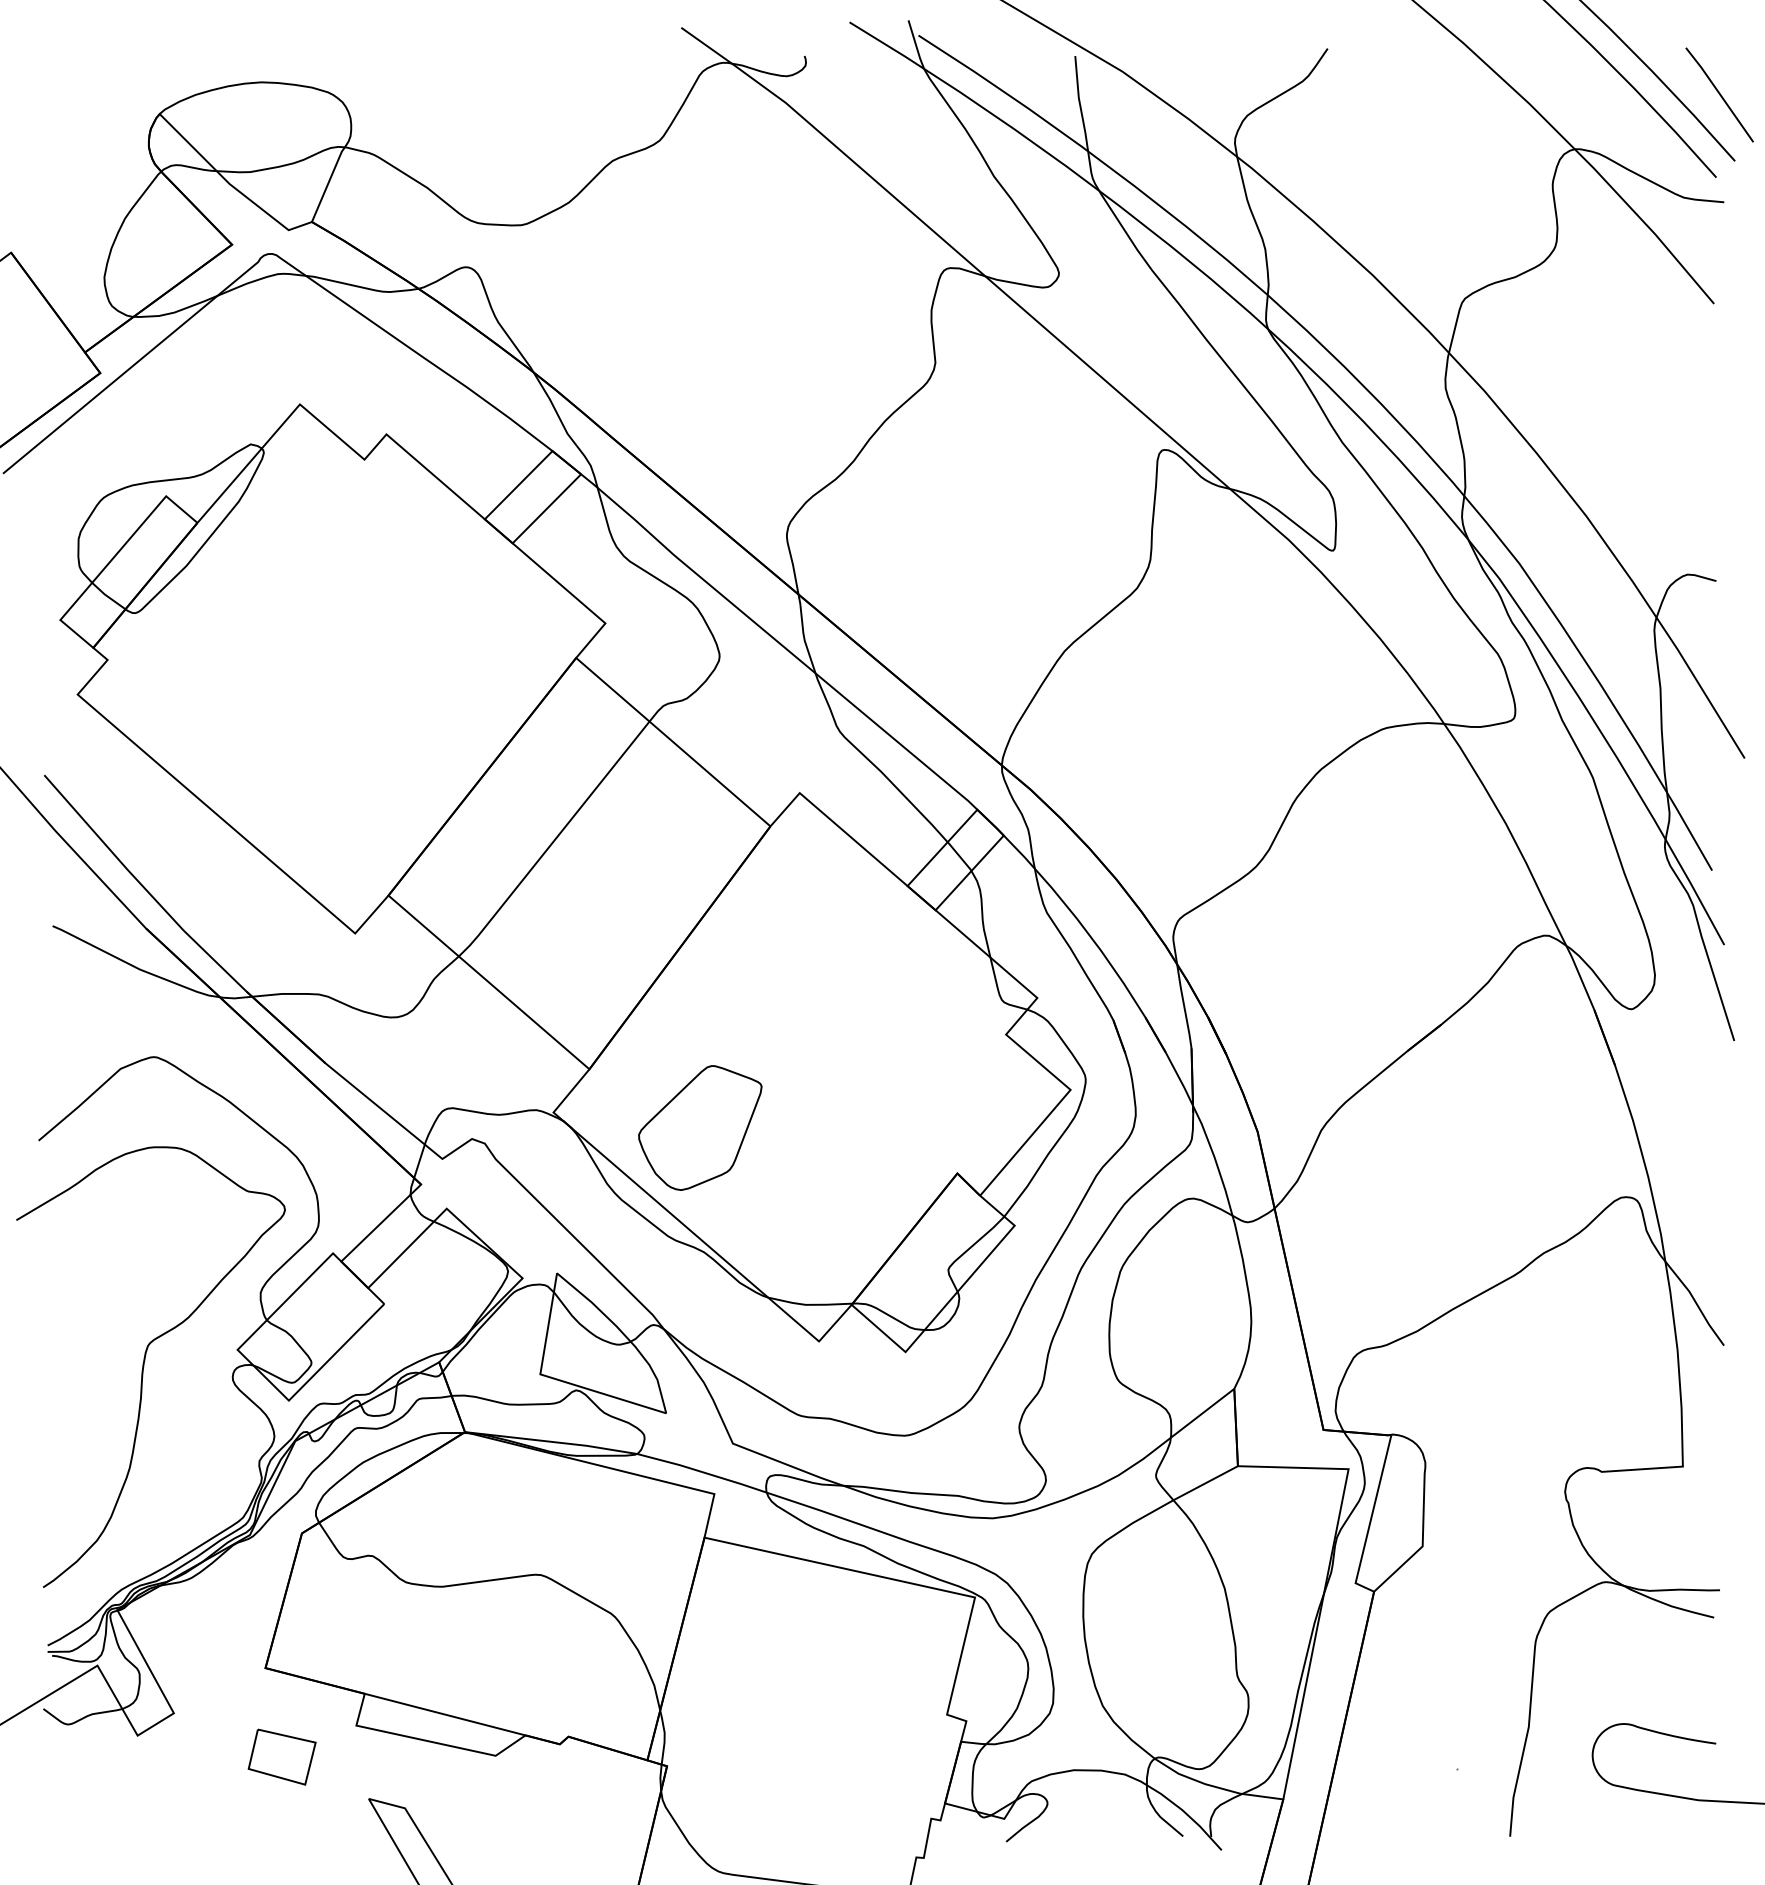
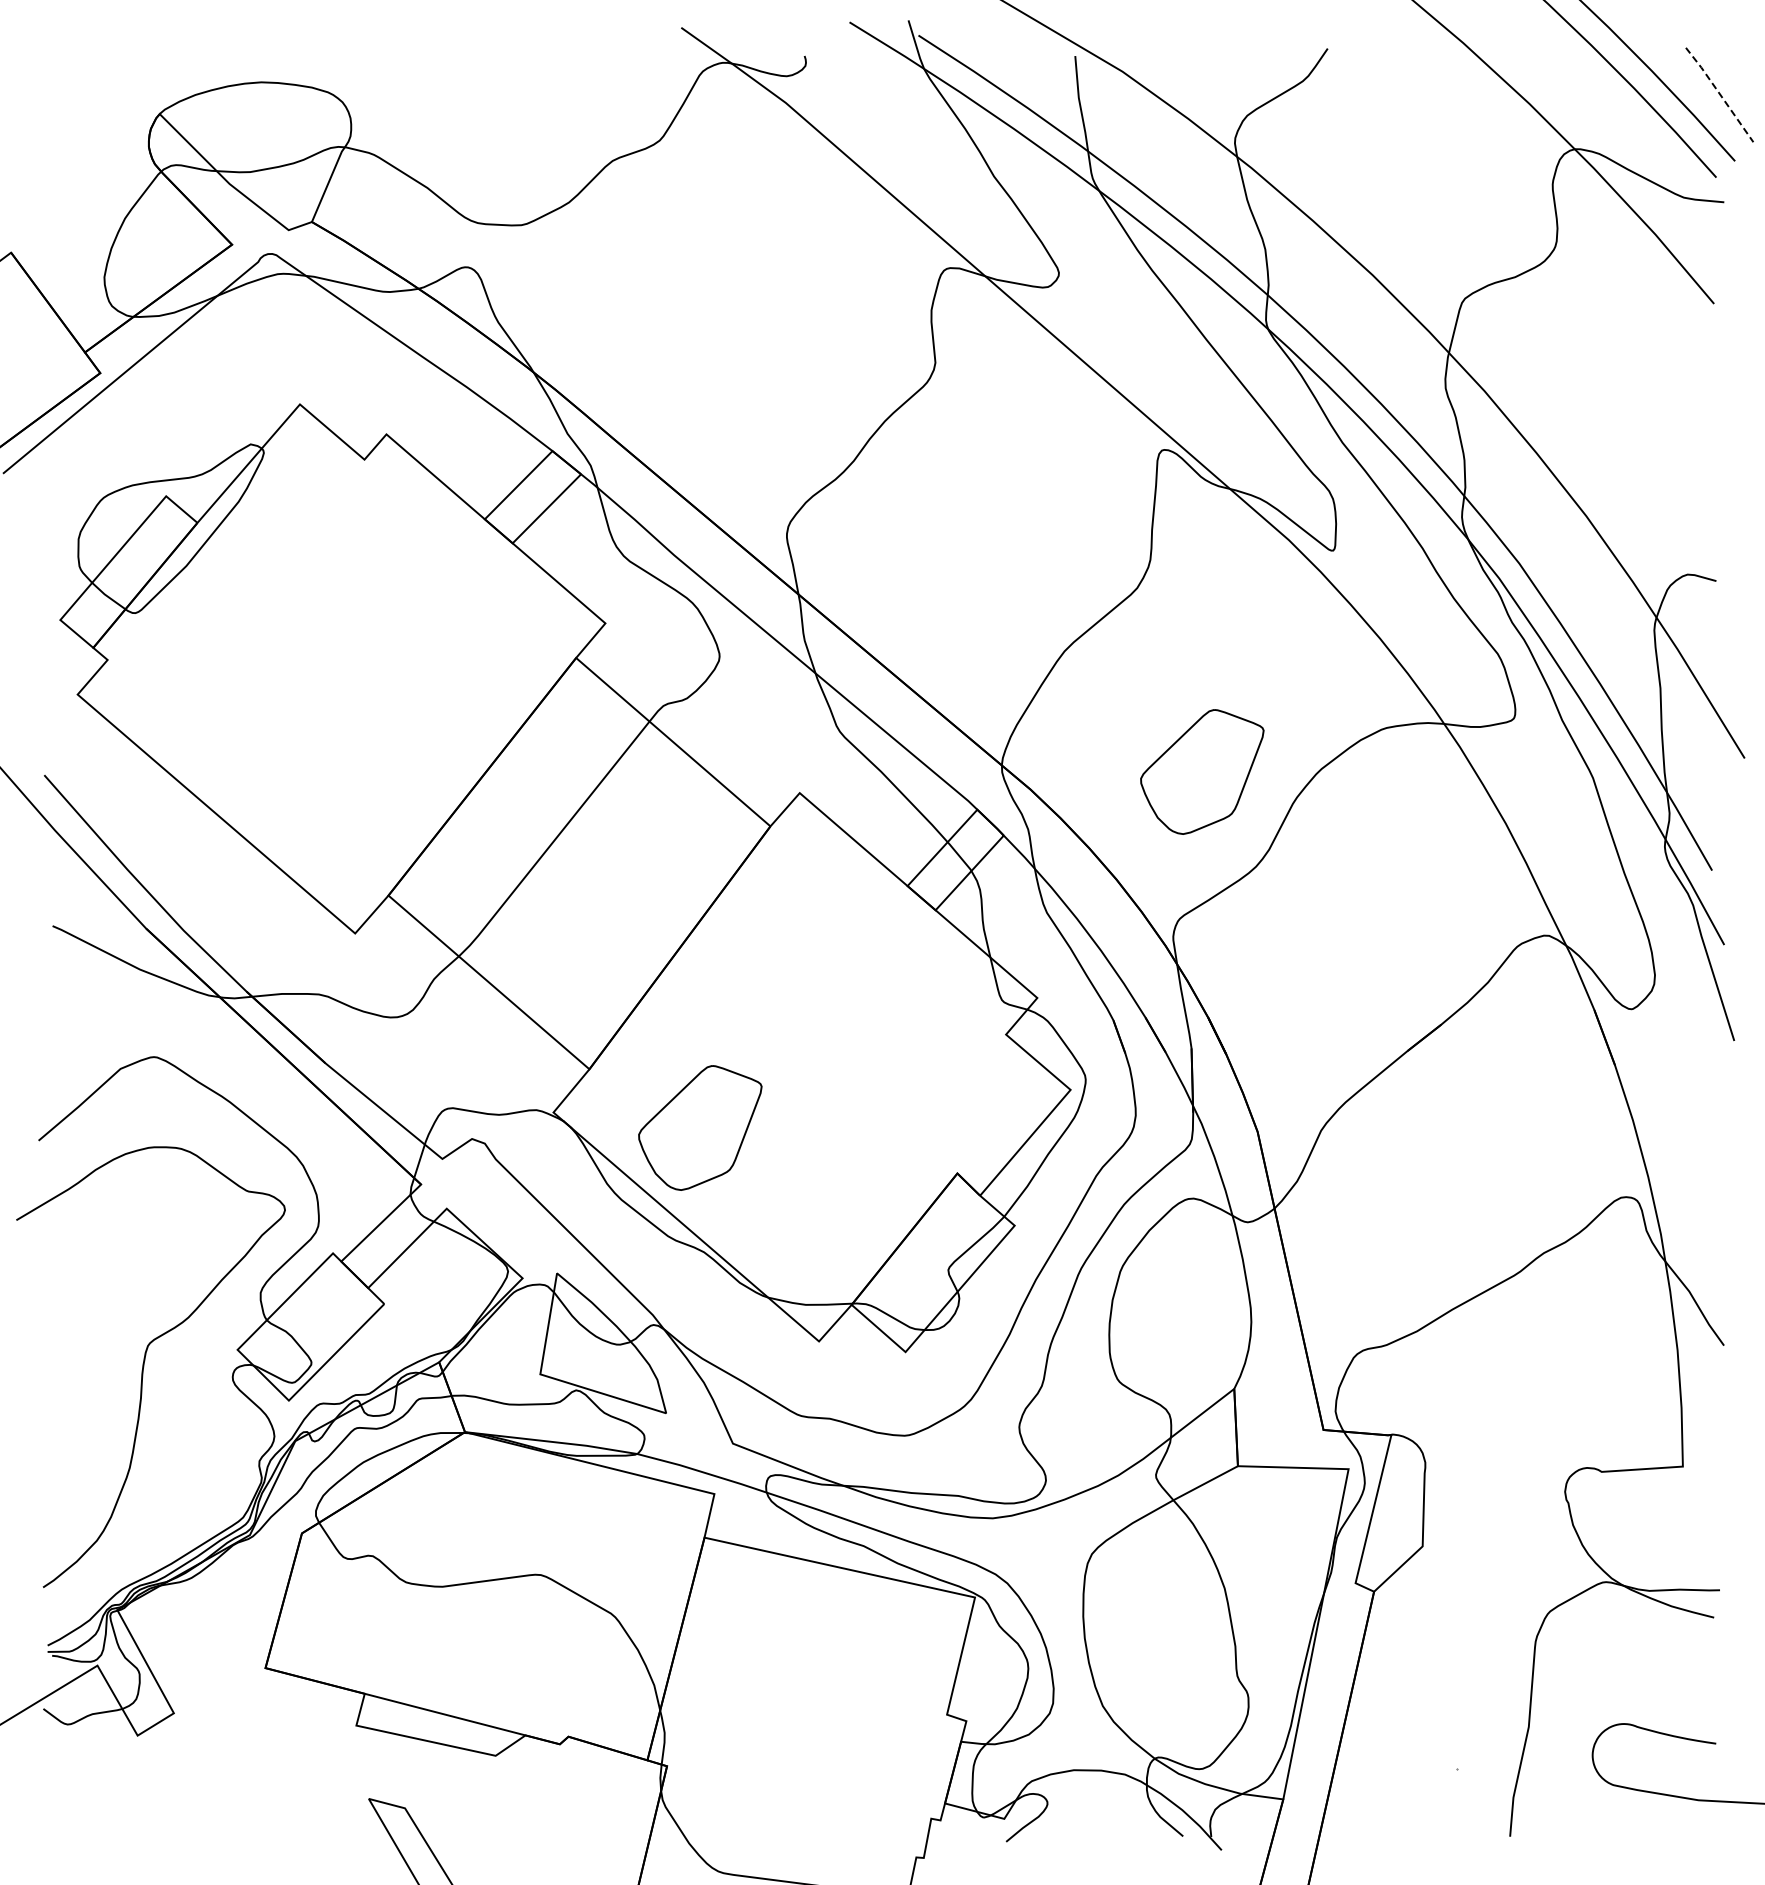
line at (1720, 94): solid -> dashed
part at (1202, 771): none -> present
part at (281, 1756): present -> none
